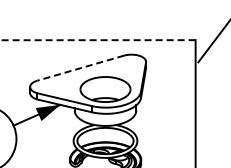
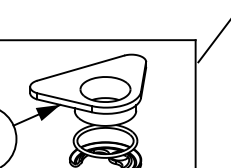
line at (97, 40): dashed -> solid
line at (80, 68): dashed -> solid
